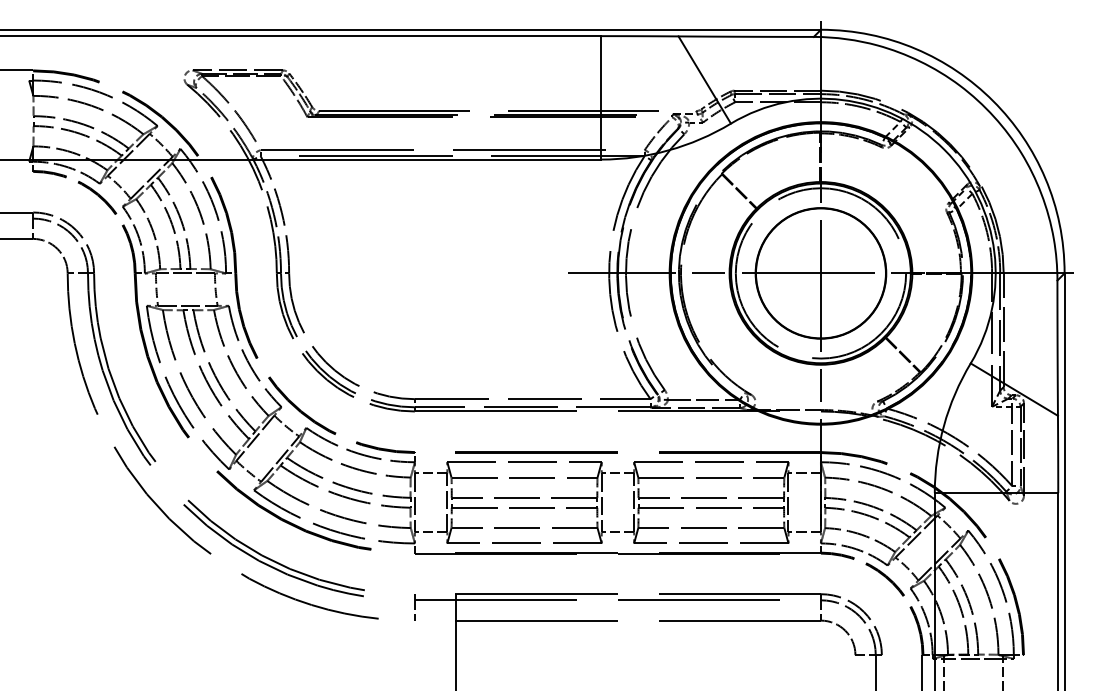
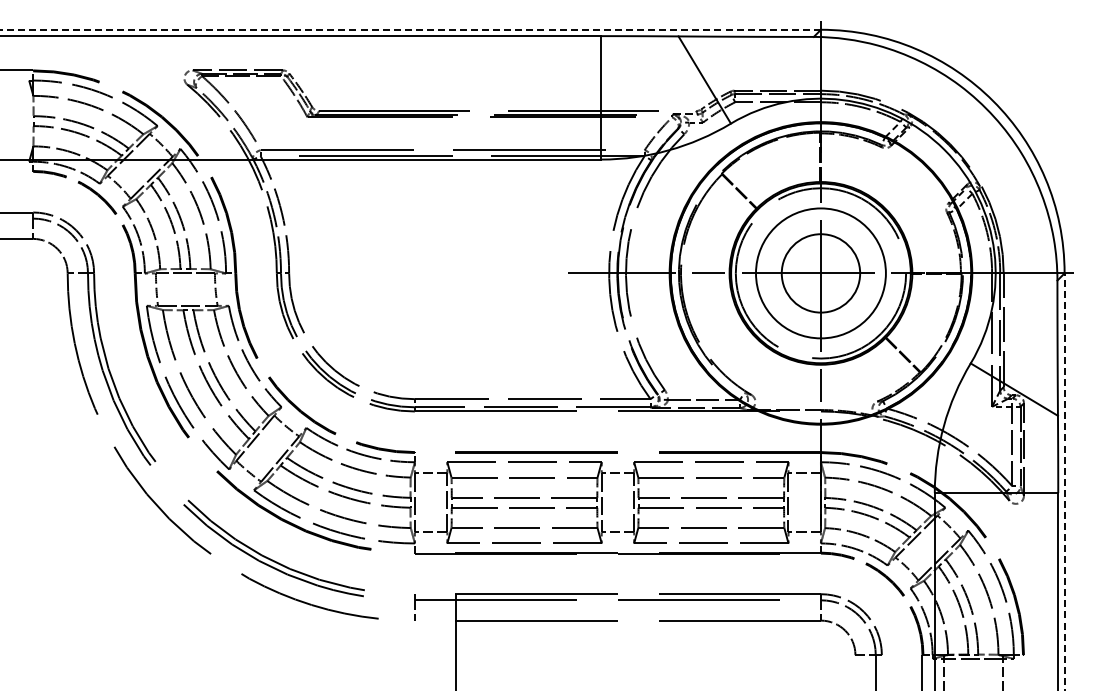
line at (410, 29): solid -> dashed
circle at (820, 273) diameter: 131 px -> 78 px
line at (1064, 482): solid -> dashed
